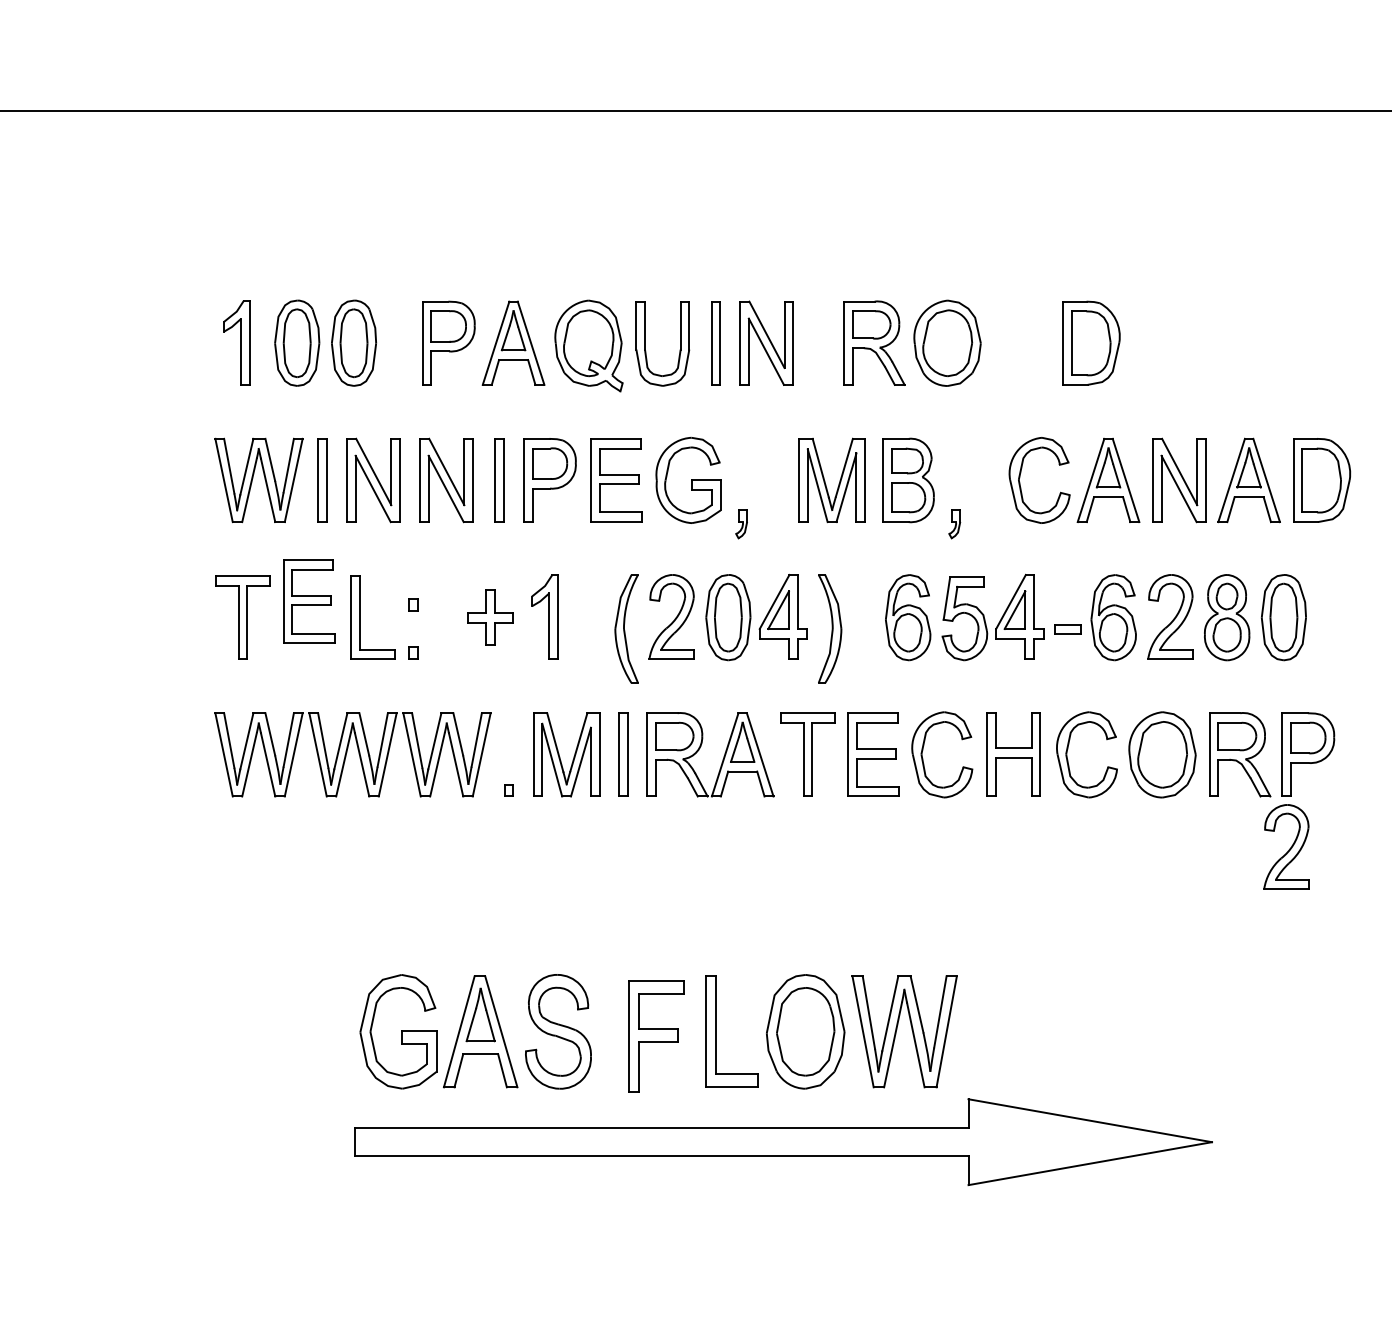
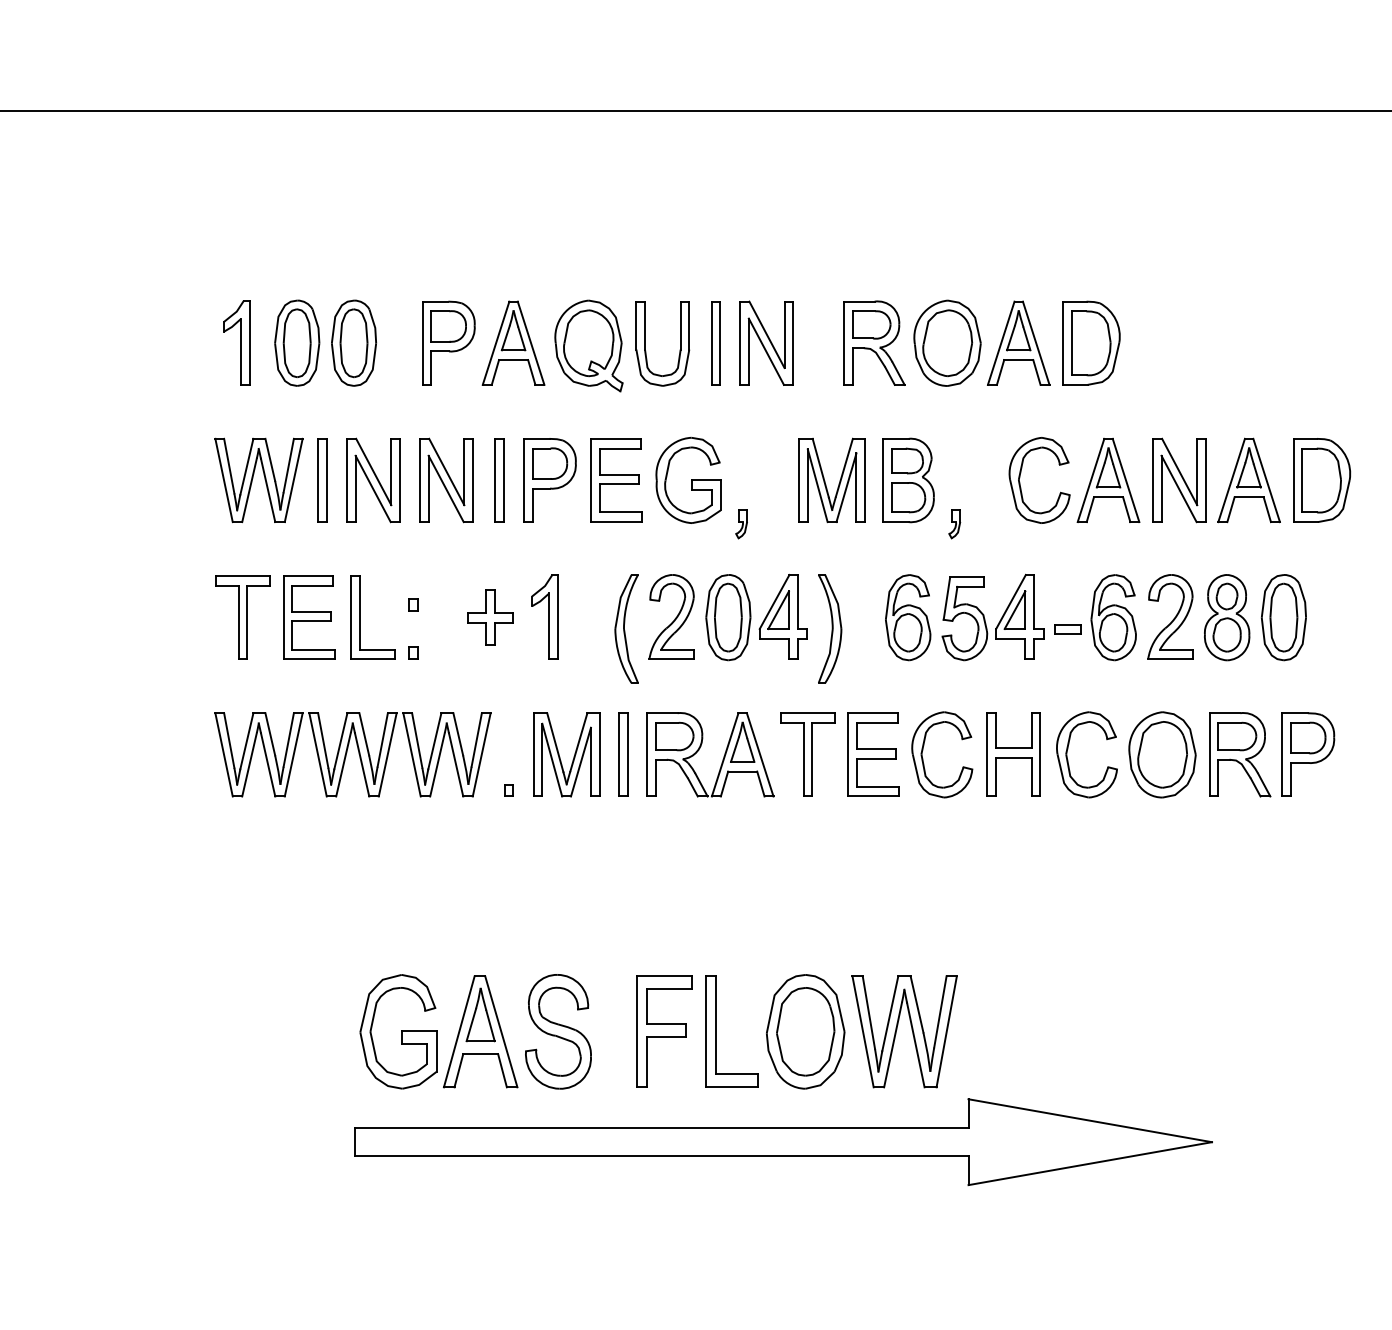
part at (1018, 342): none -> present
part at (309, 601) position: (309, 601) -> (309, 617)
part at (1286, 846): present -> none
part at (656, 1036) position: (656, 1036) -> (664, 1031)
